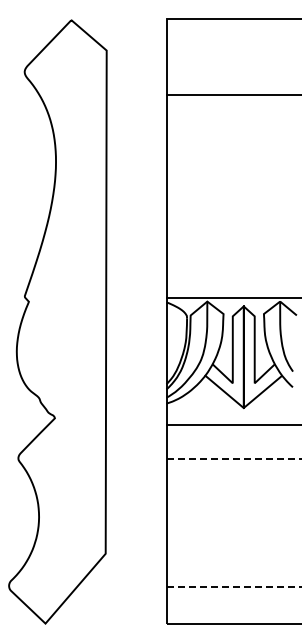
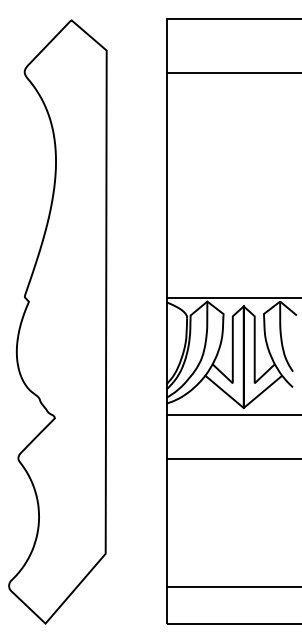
line at (232, 94) position: (232, 94) -> (232, 72)
line at (232, 424) position: (232, 424) -> (232, 414)
line at (234, 459): dashed -> solid
line at (234, 587): dashed -> solid
